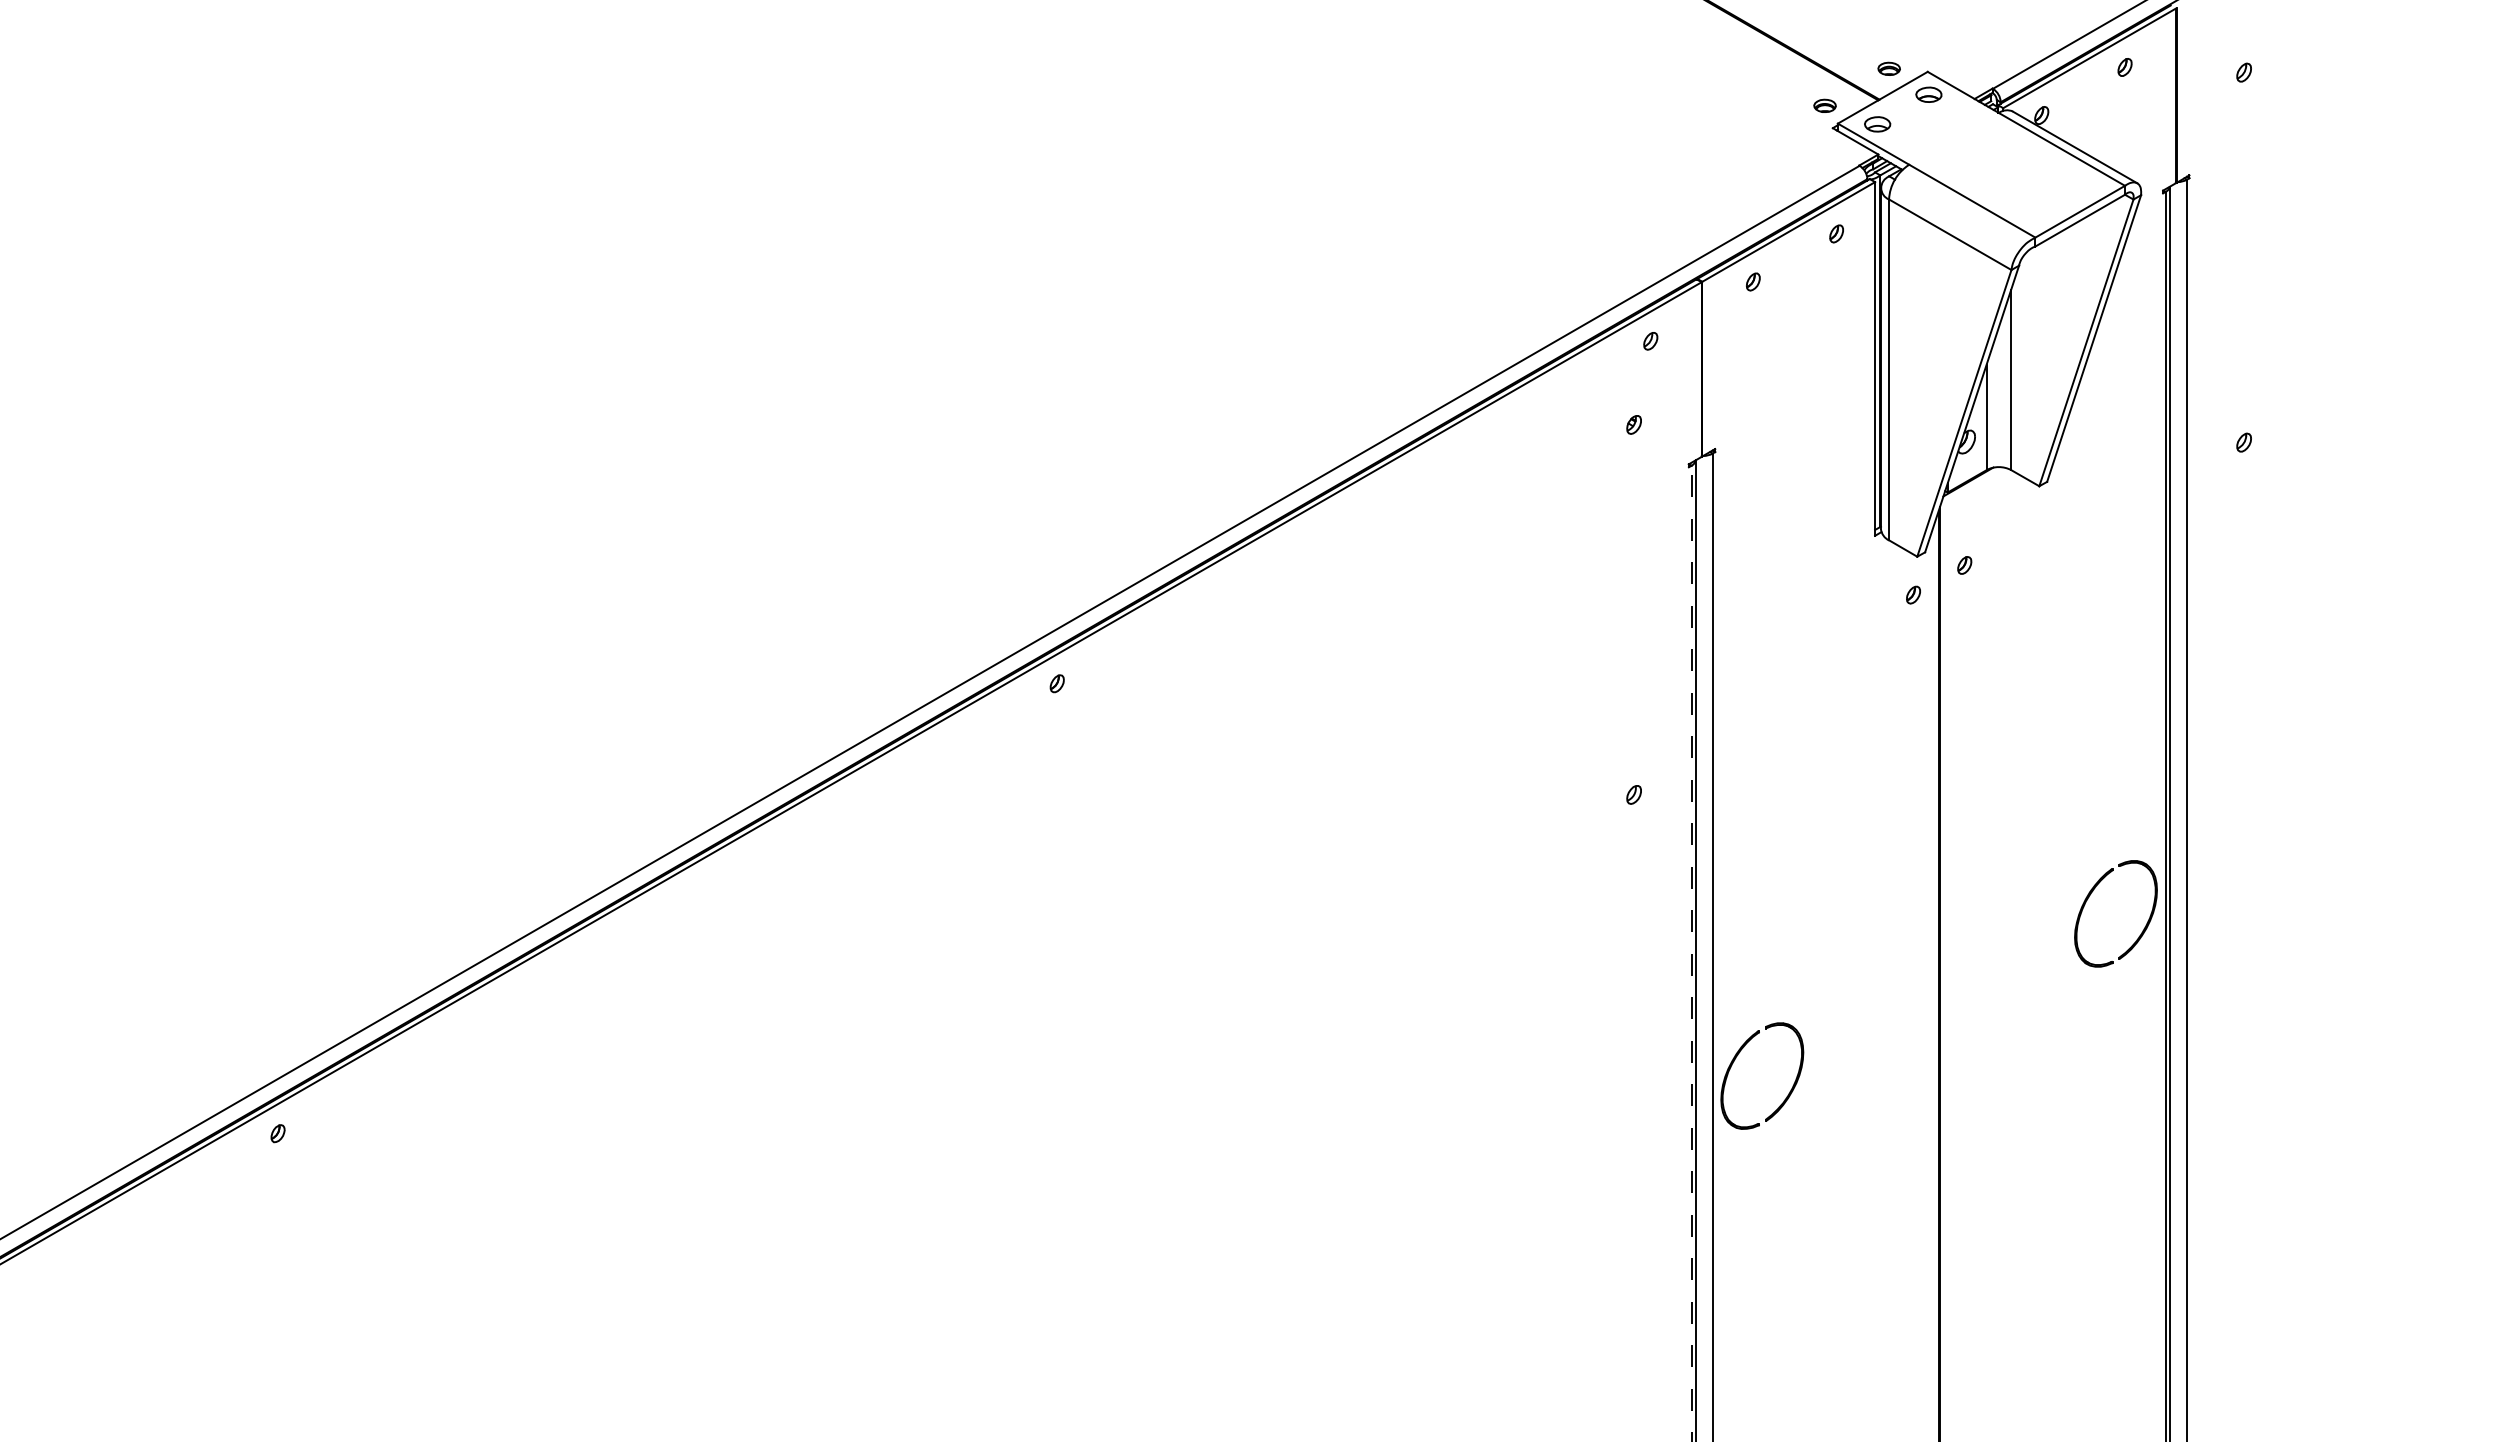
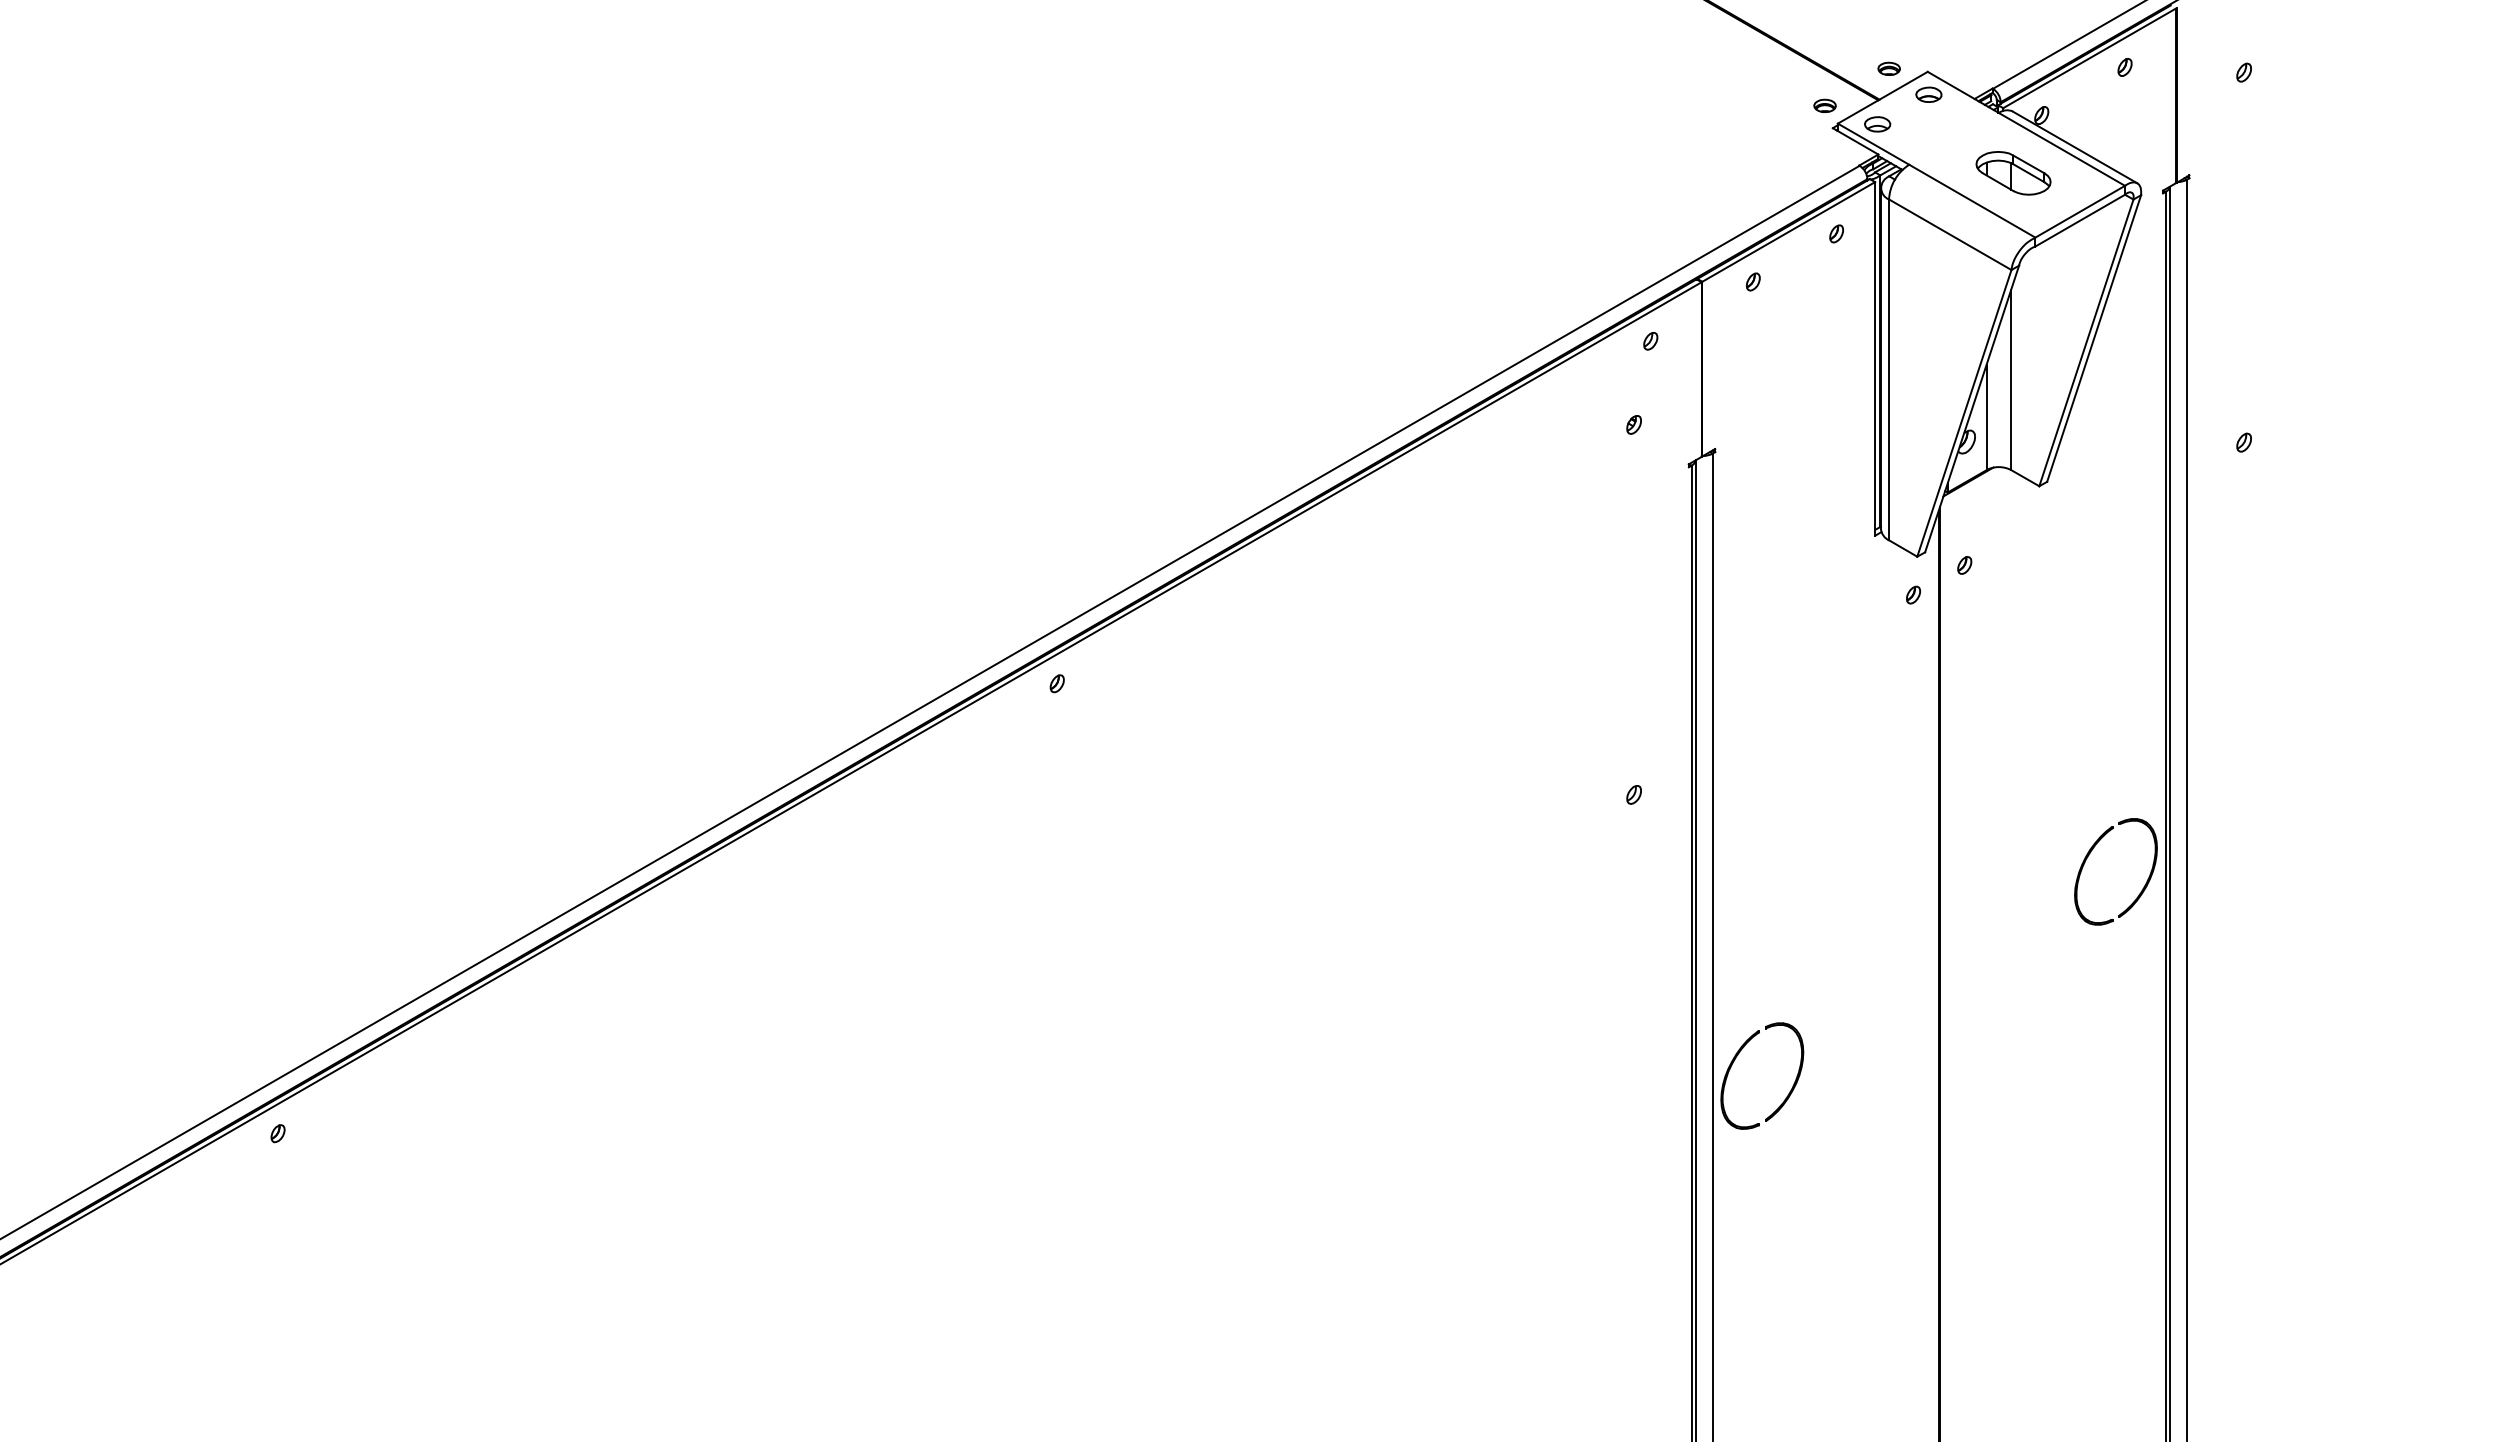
part at (2013, 173): none -> present
part at (2088, 899) position: (2088, 899) -> (2088, 857)
line at (1691, 953): dashed -> solid
